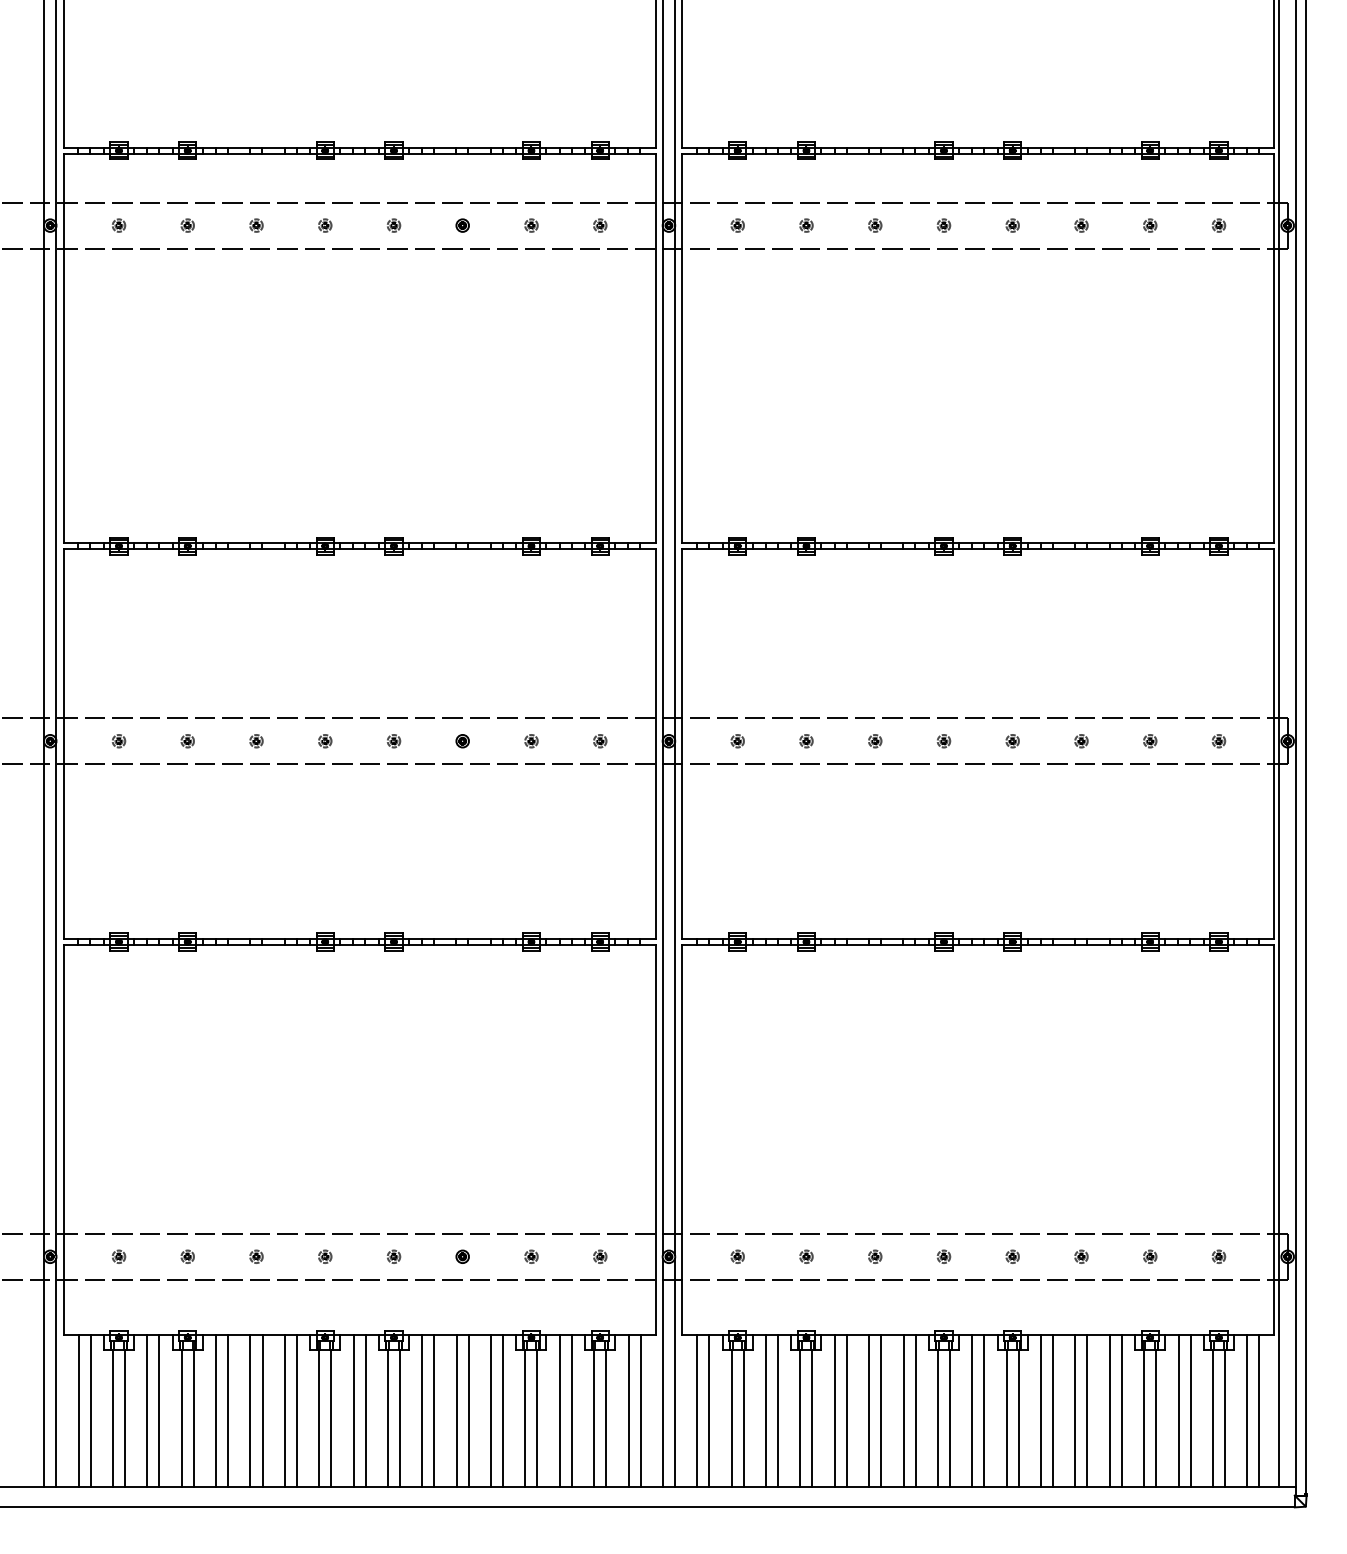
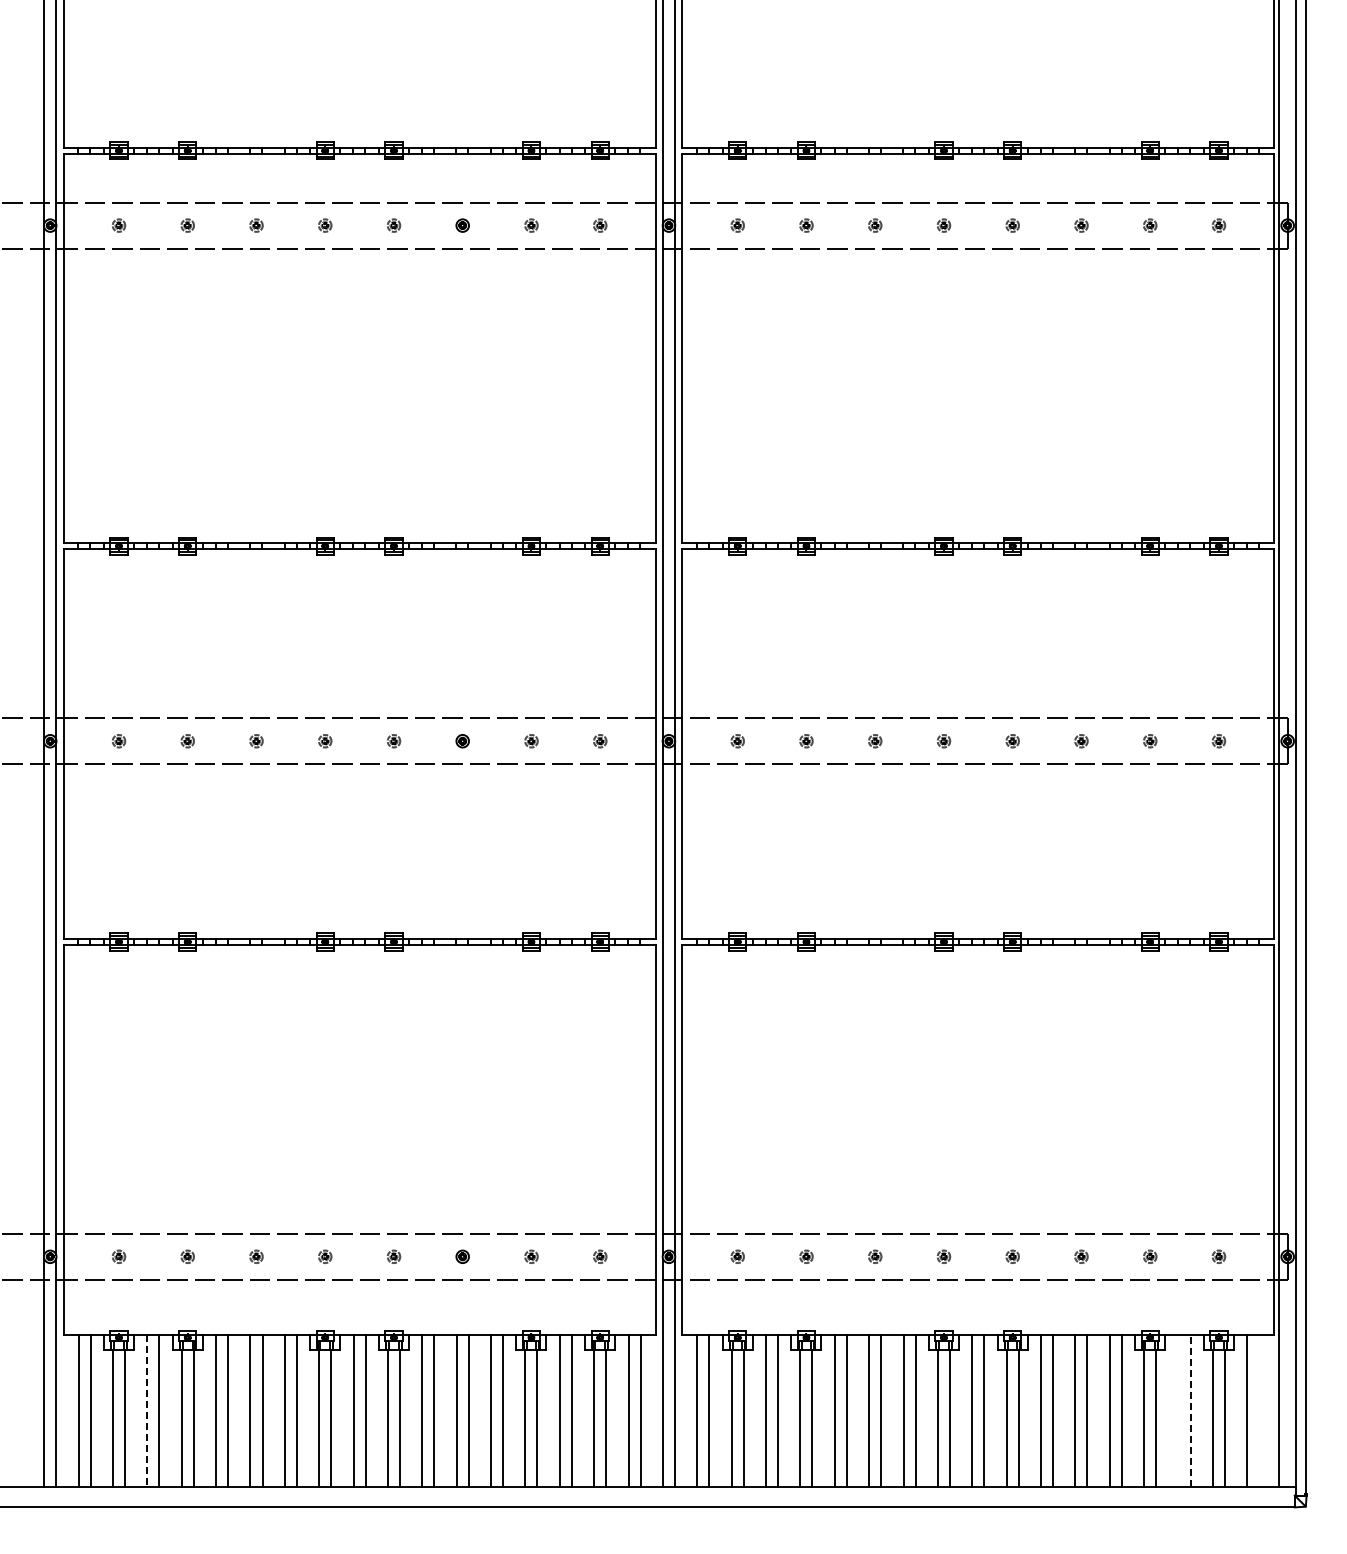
line at (1178, 1410): present -> none
line at (1190, 1410): solid -> dashed
line at (1259, 1410): present -> none
line at (147, 1411): solid -> dashed
